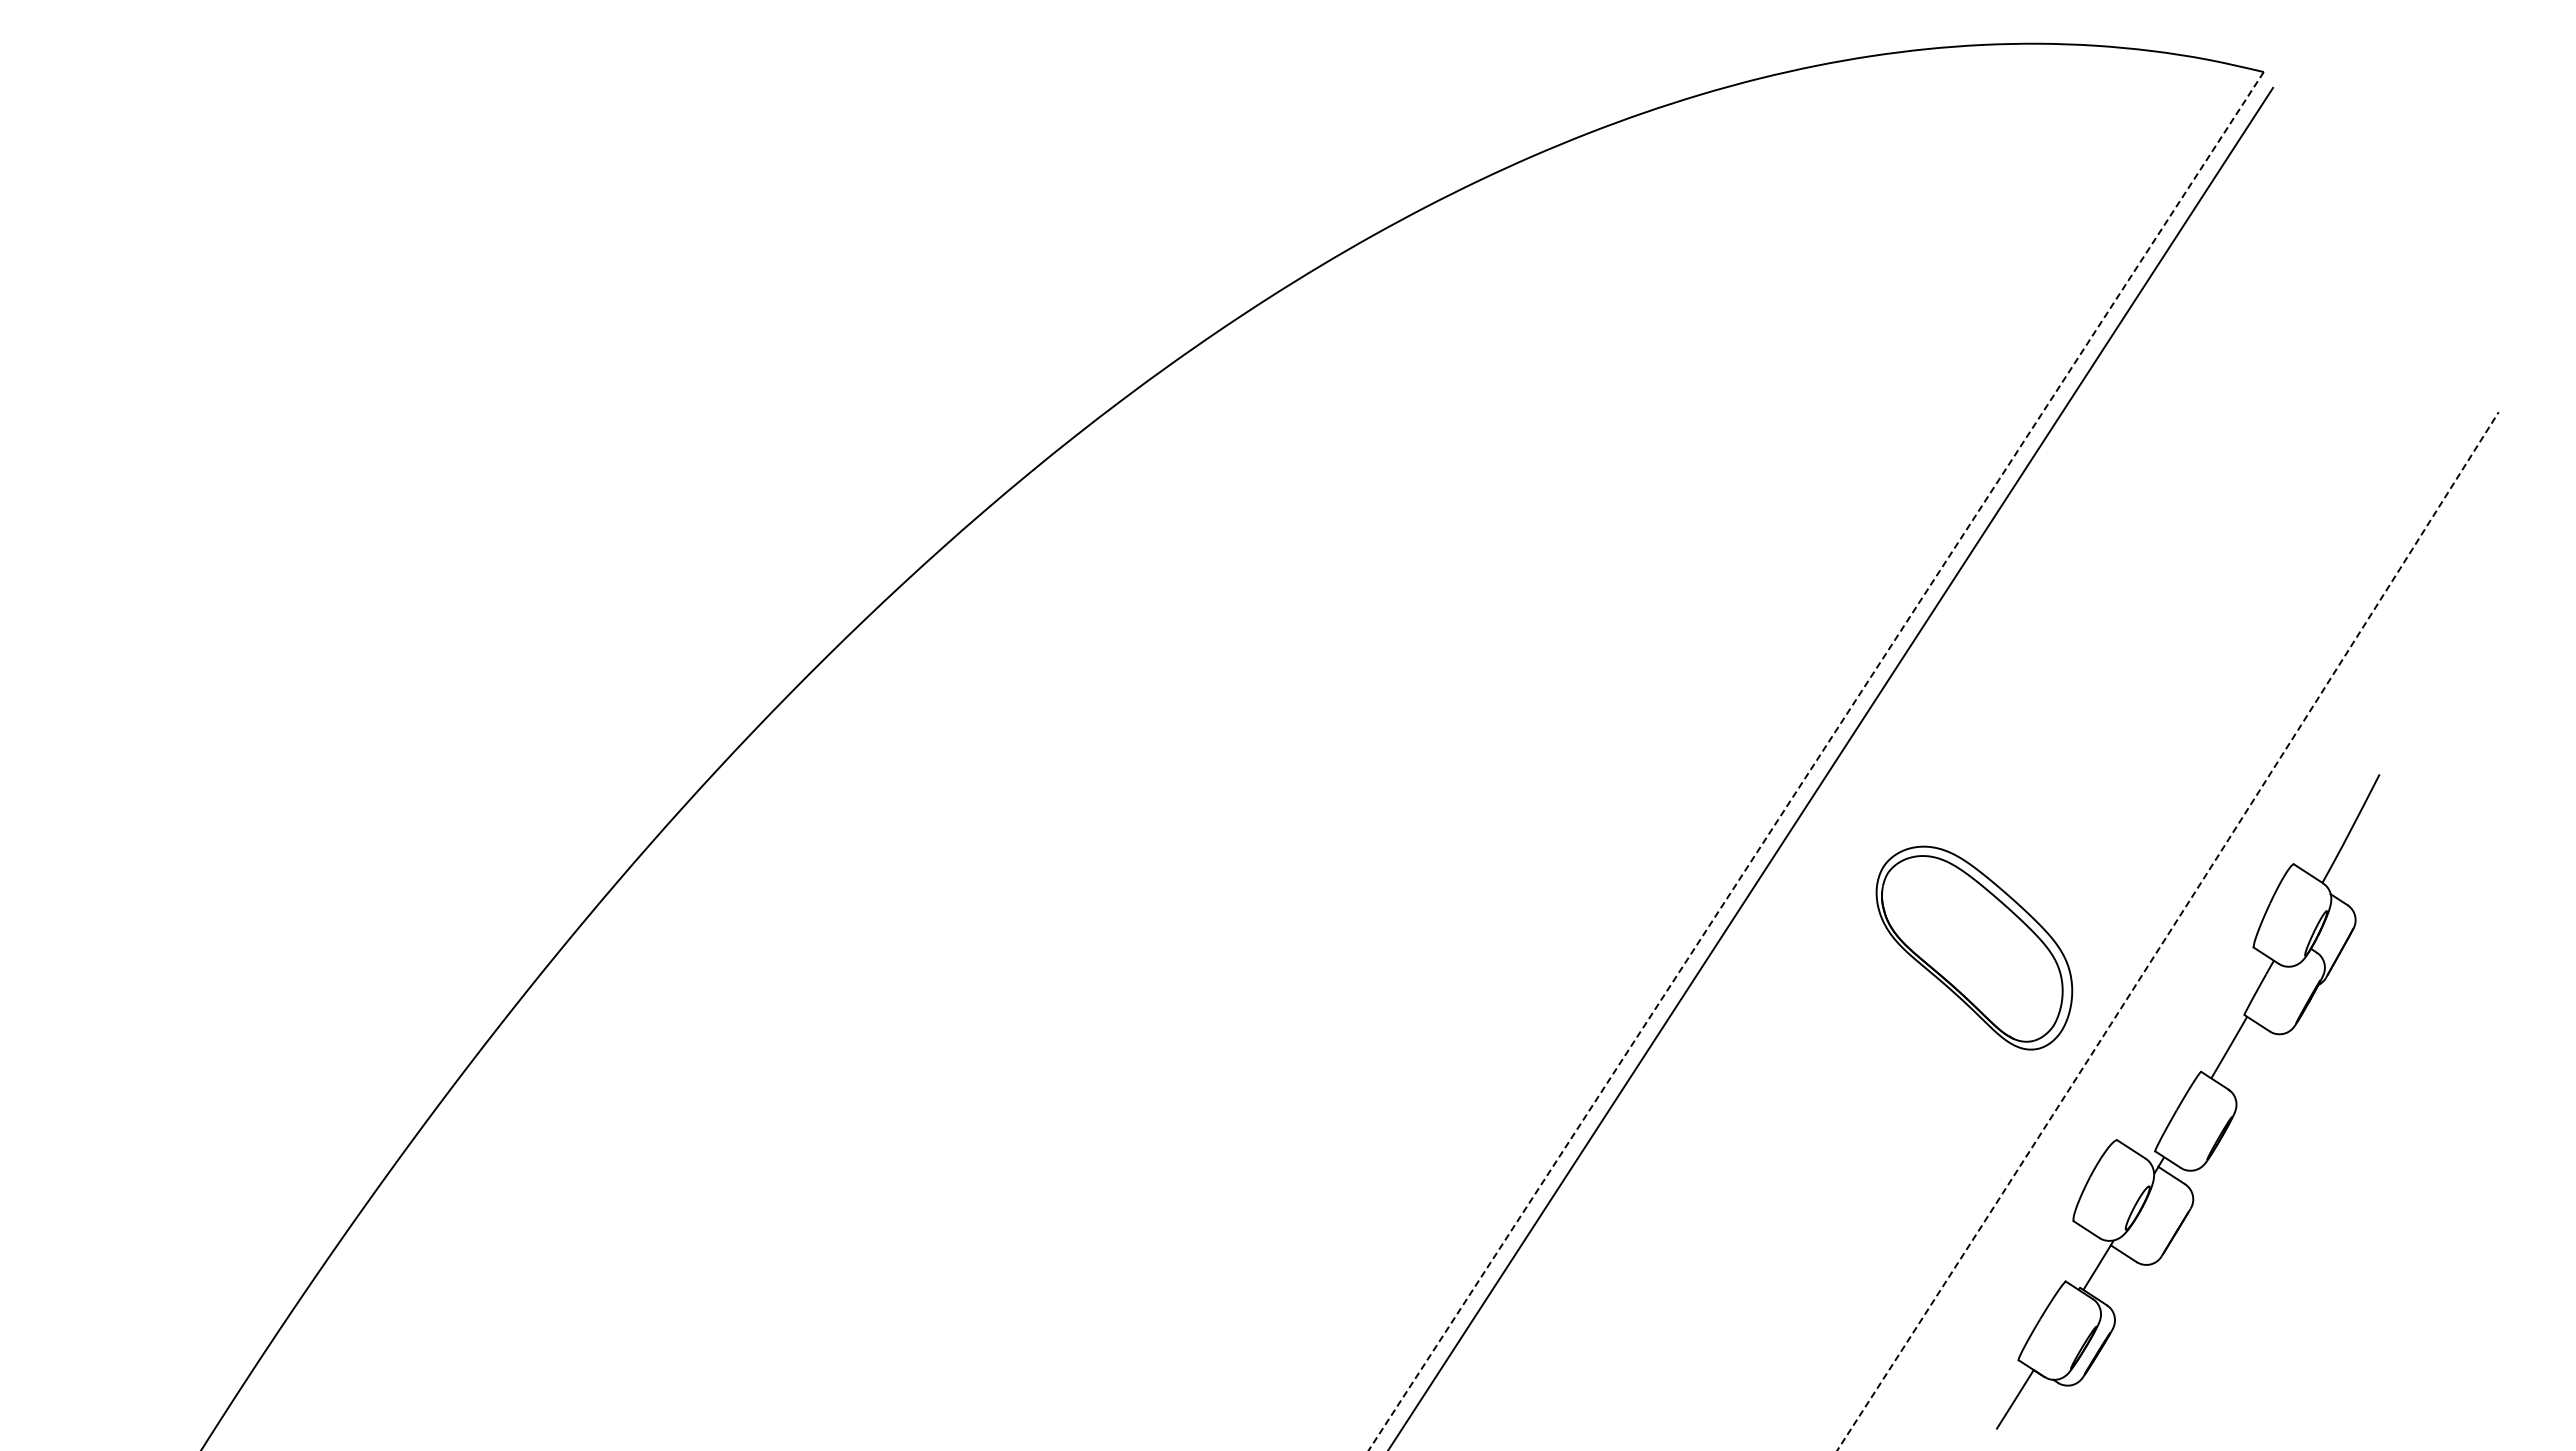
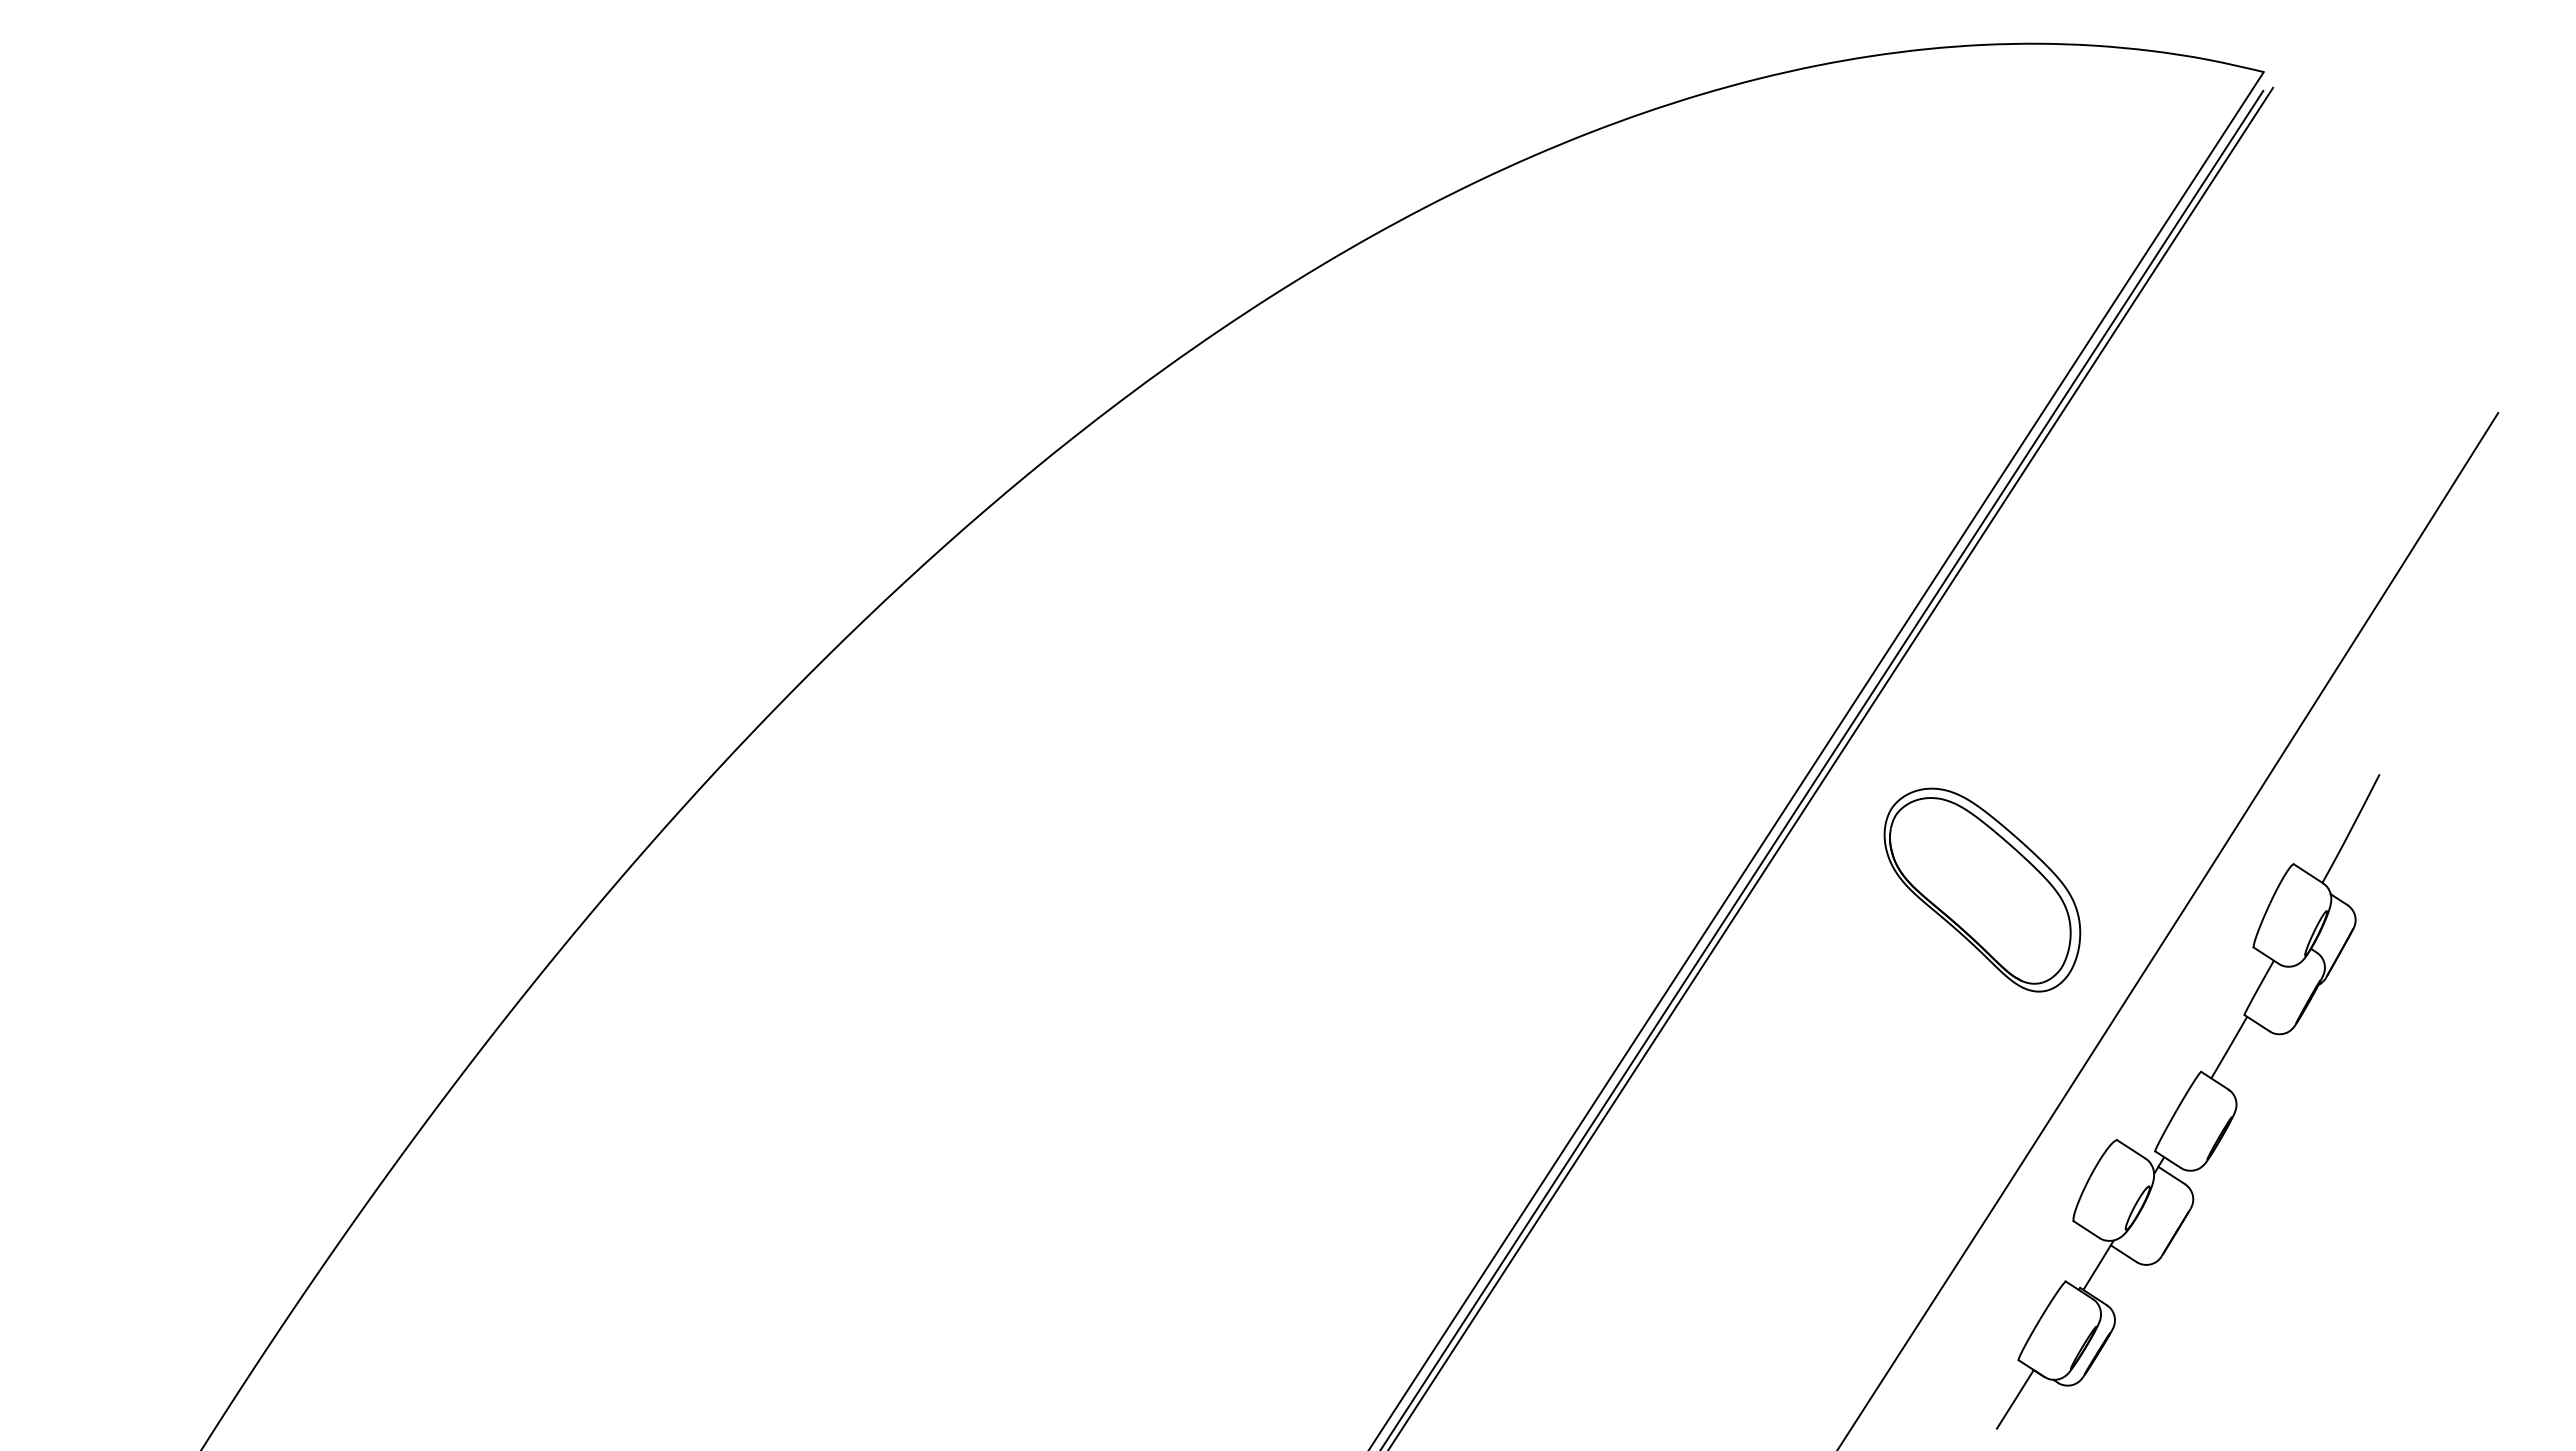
line at (1816, 761): dashed -> solid
line at (1822, 768): none -> present
arc at (2169, 931): dashed -> solid
part at (1974, 947) position: (1974, 947) -> (1982, 889)
